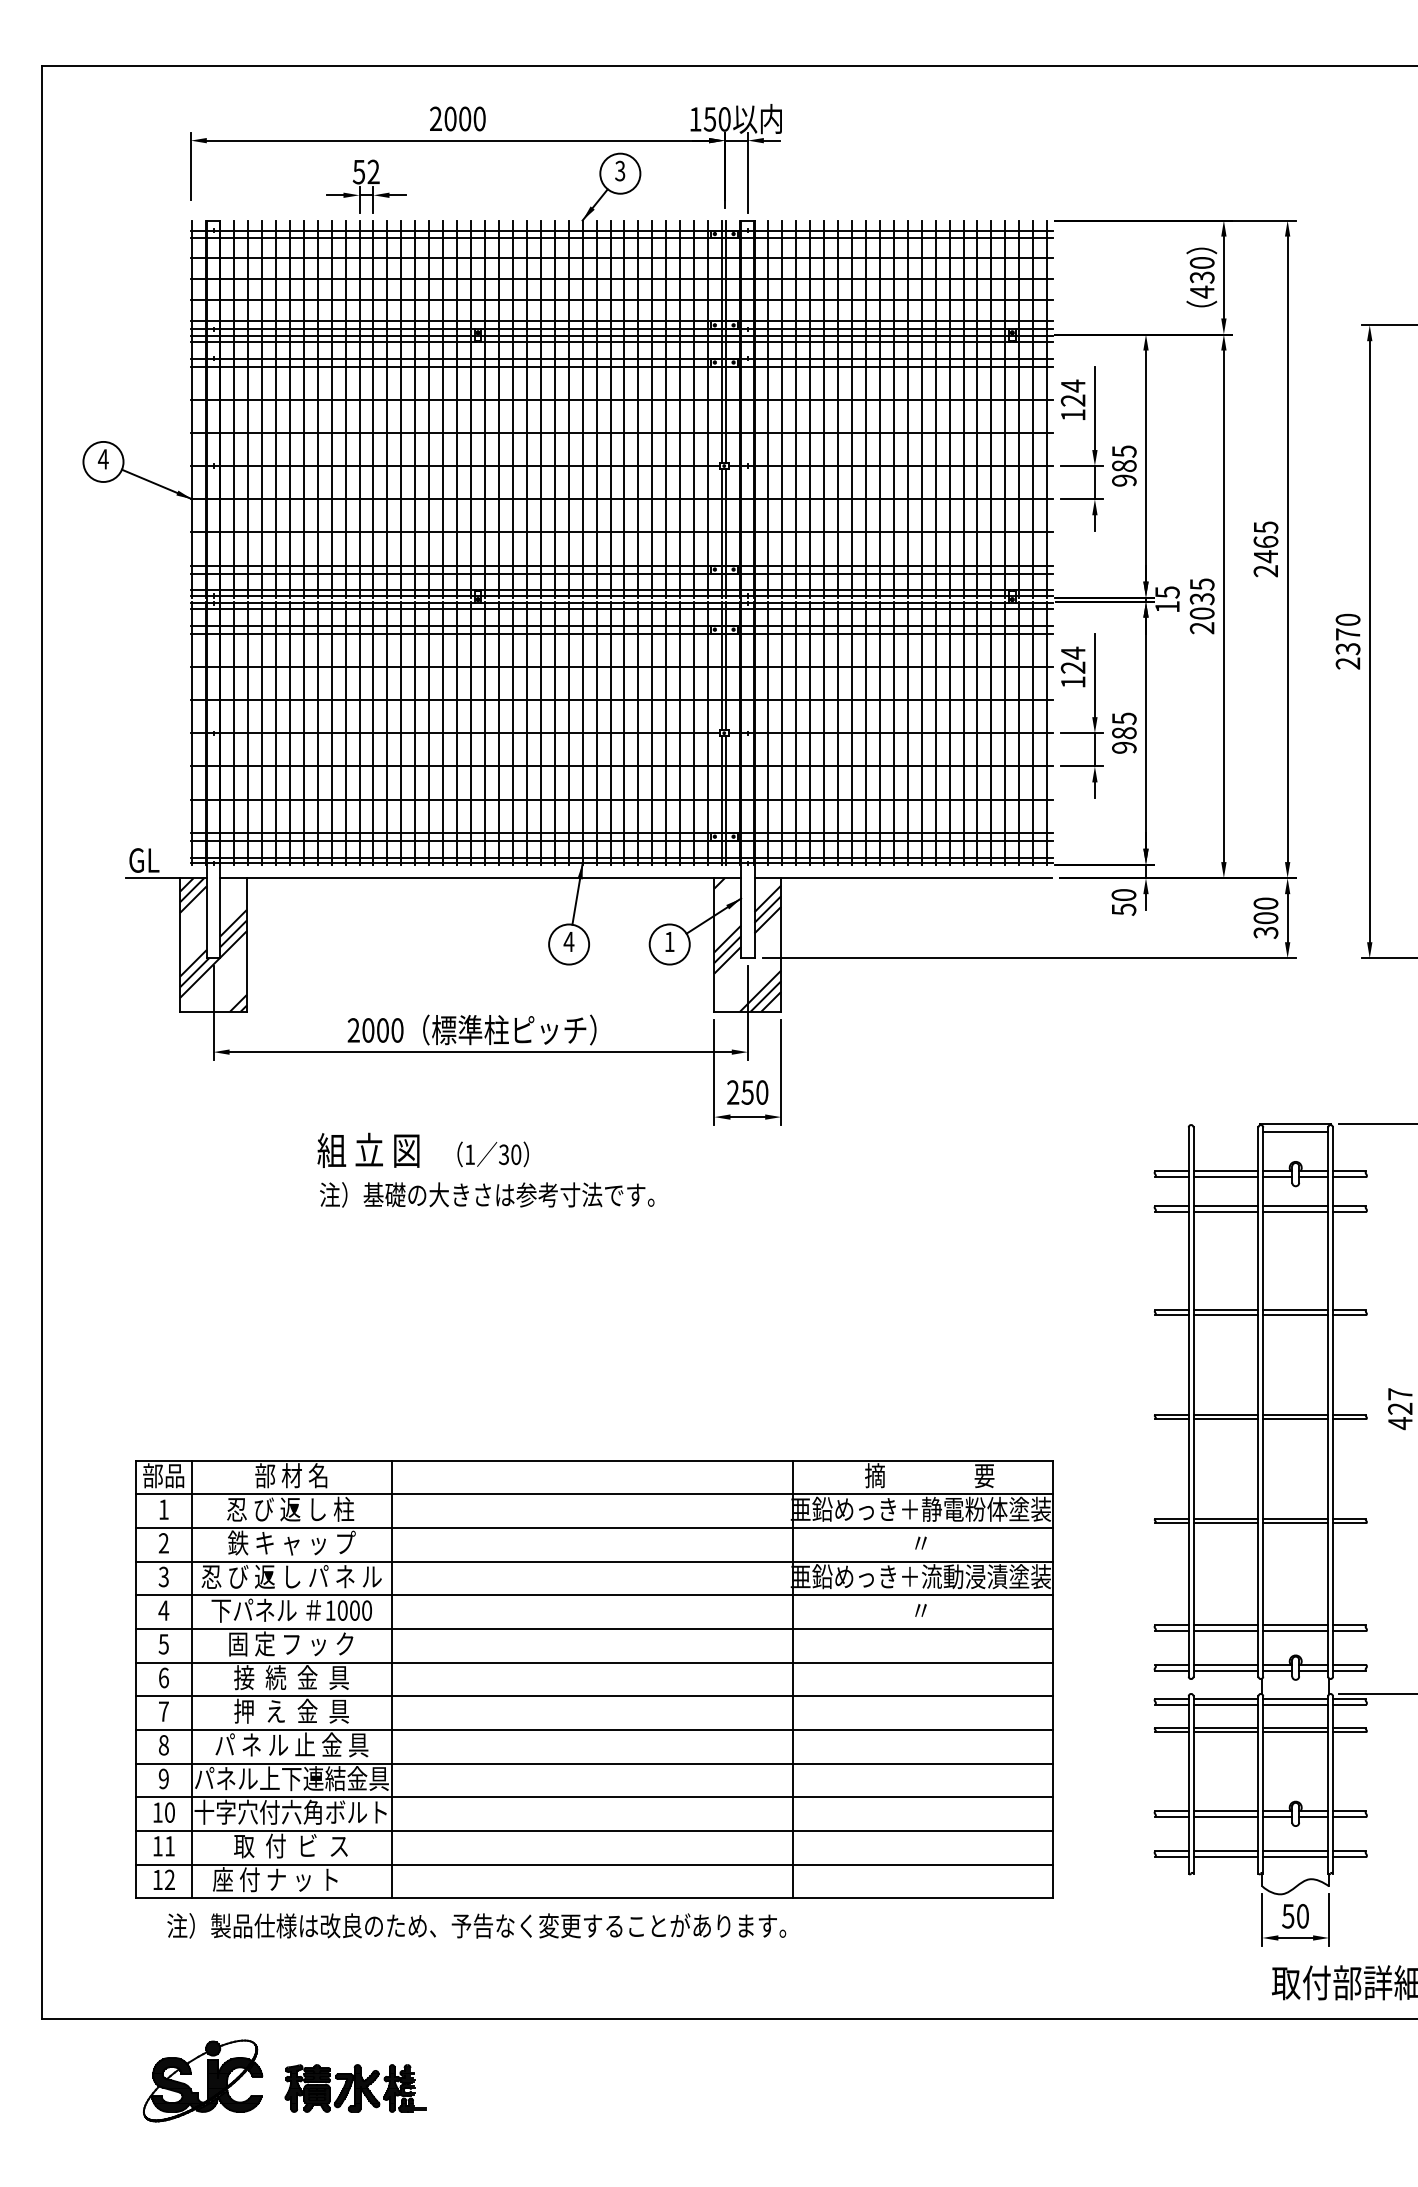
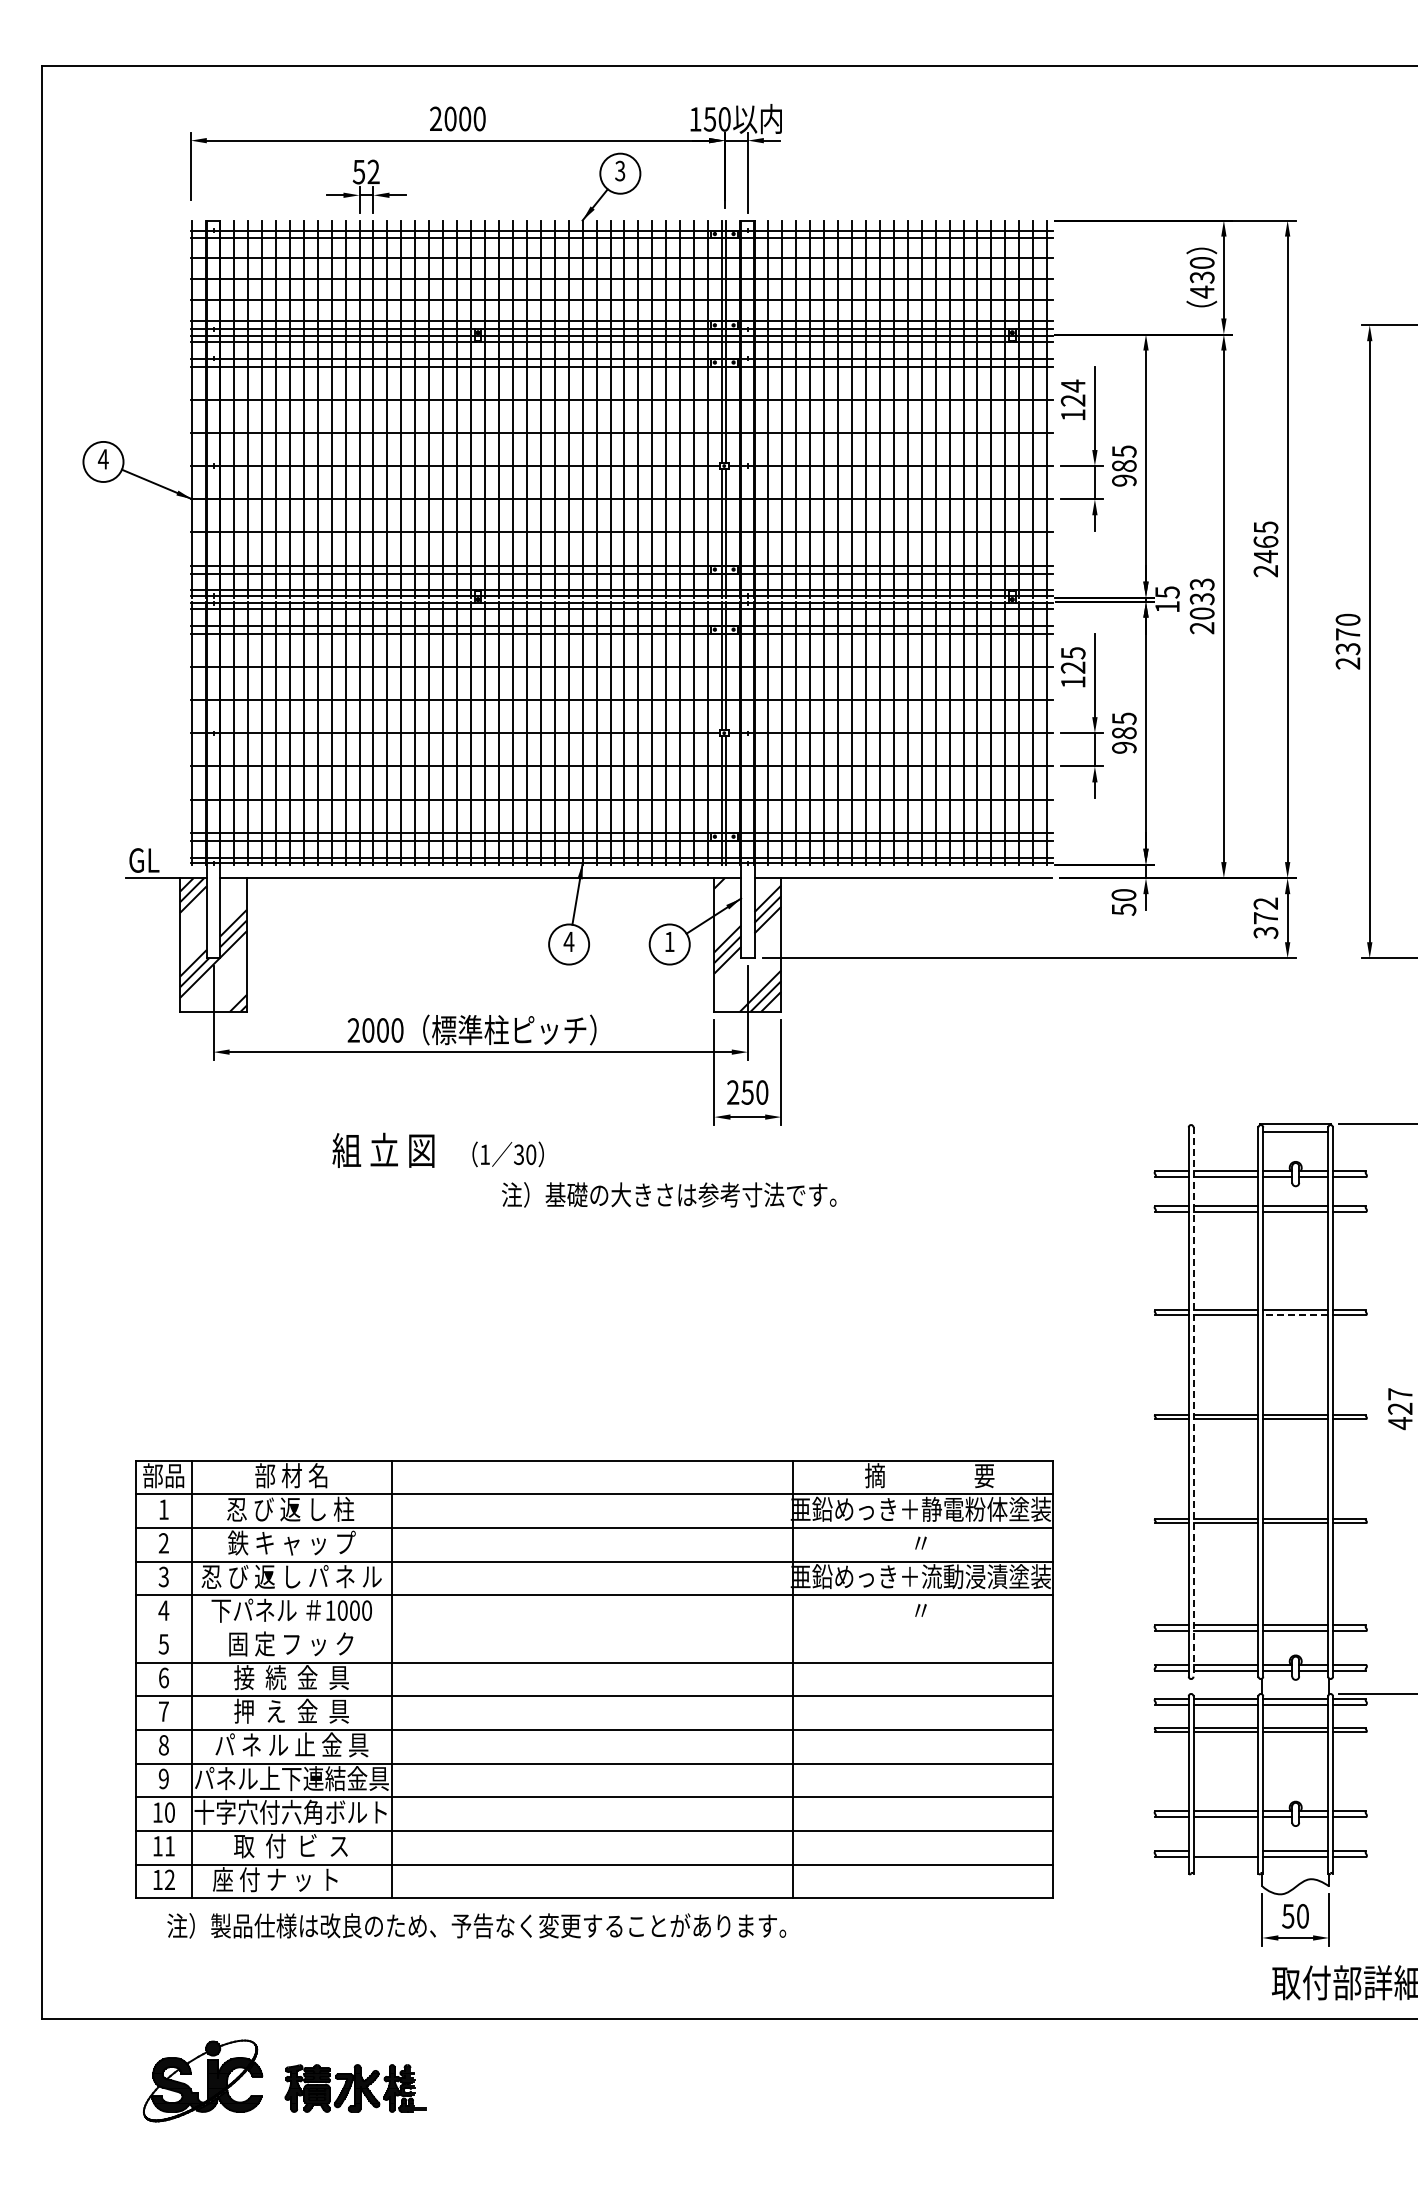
text at (1201, 583): 2035 -> 2033
text at (1073, 652): 124 -> 125
text at (1265, 910): 300 -> 372
text at (368, 1149) position: (368, 1149) -> (383, 1149)
text at (492, 1154) position: (492, 1154) -> (507, 1154)
text at (487, 1194) position: (487, 1194) -> (669, 1194)
line at (1295, 1315): solid -> dashed
line at (1193, 1402): solid -> dashed
line at (594, 1628): present -> none
line at (1225, 1851): present -> none
